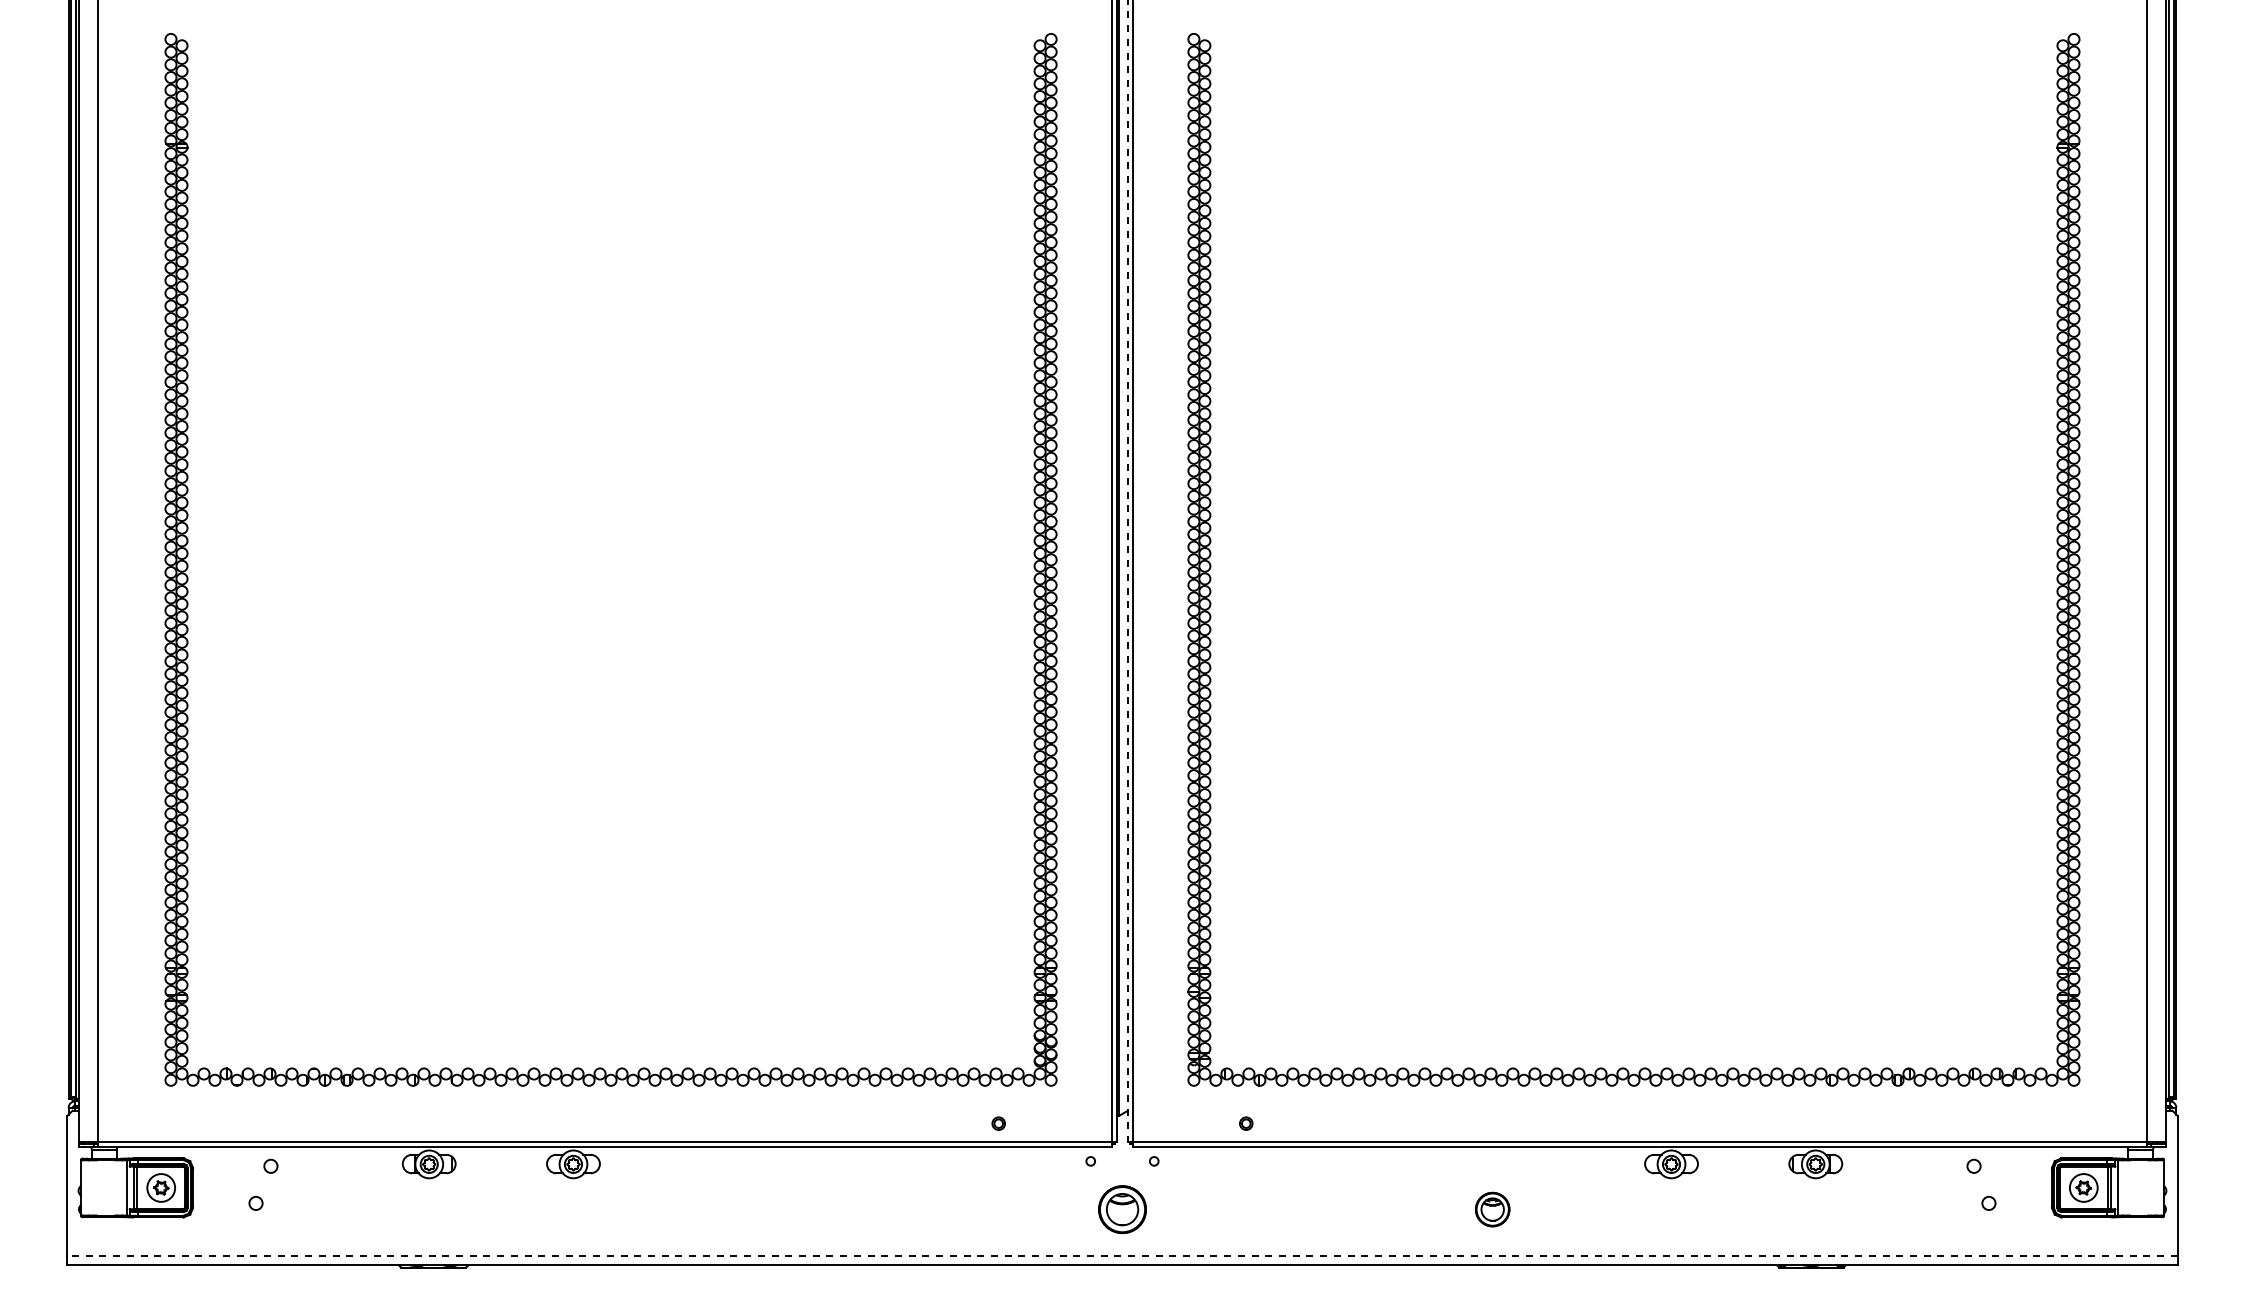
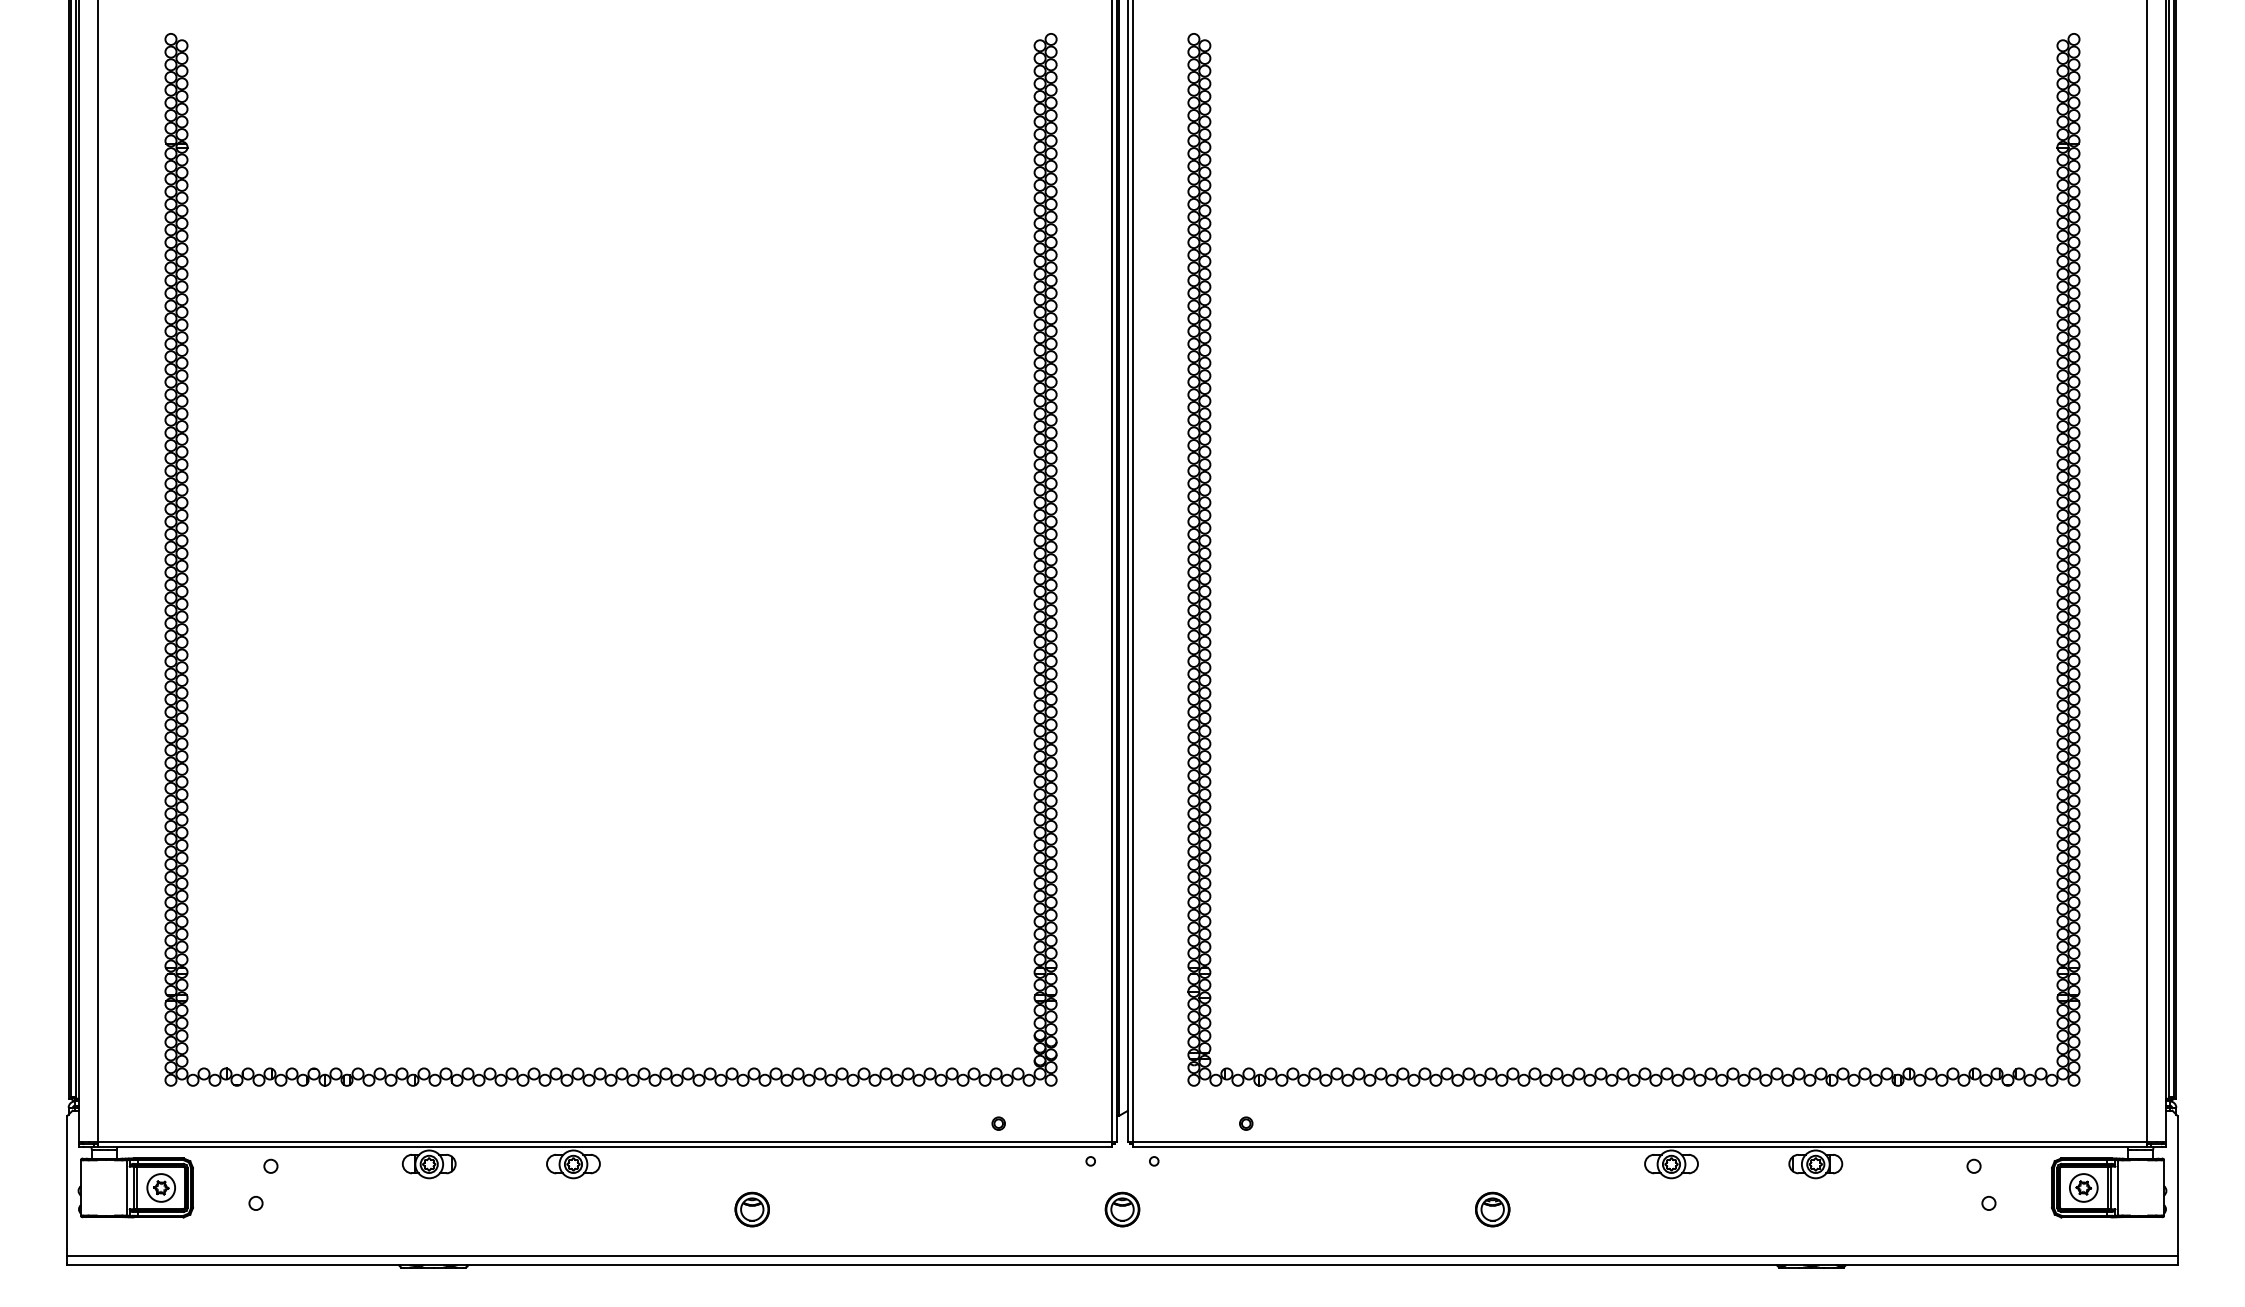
line at (1127, 571): dashed -> solid
part at (751, 1209): none -> present
part at (1122, 1209) size: 49x50 px -> 37x37 px
line at (1122, 1256): dashed -> solid
